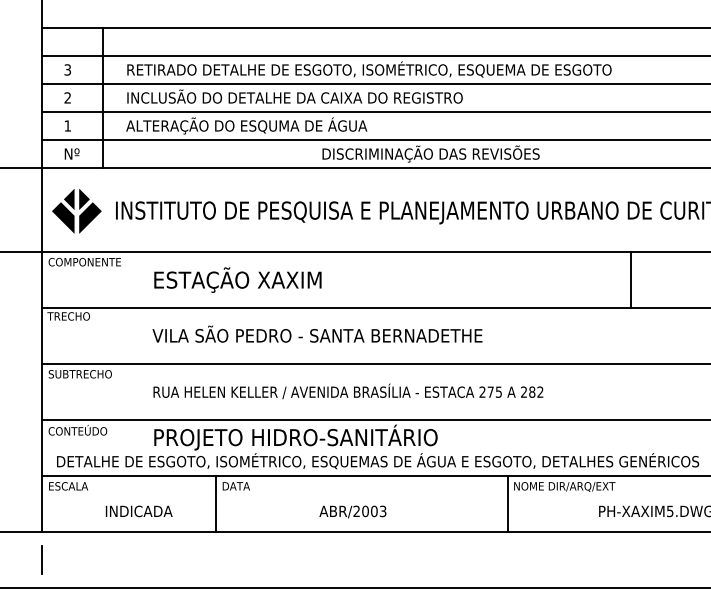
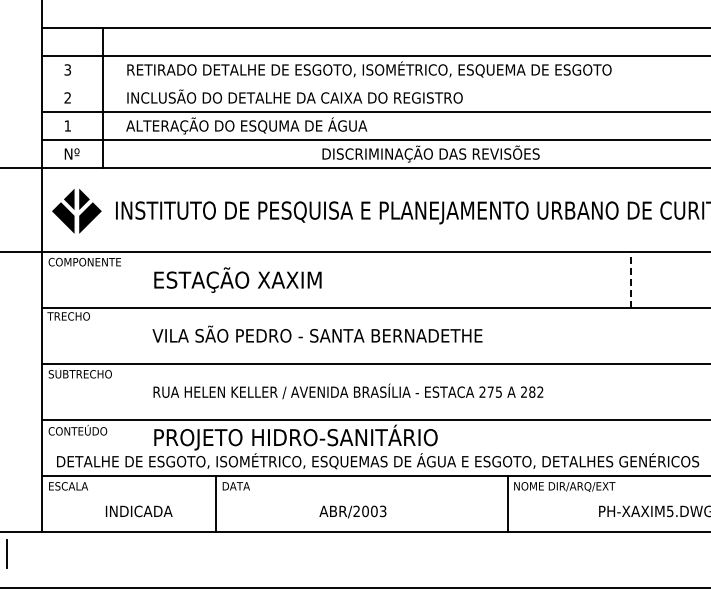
line at (374, 84): present -> none
line at (630, 279): solid -> dashed
line at (41, 559) position: (41, 559) -> (6, 553)
